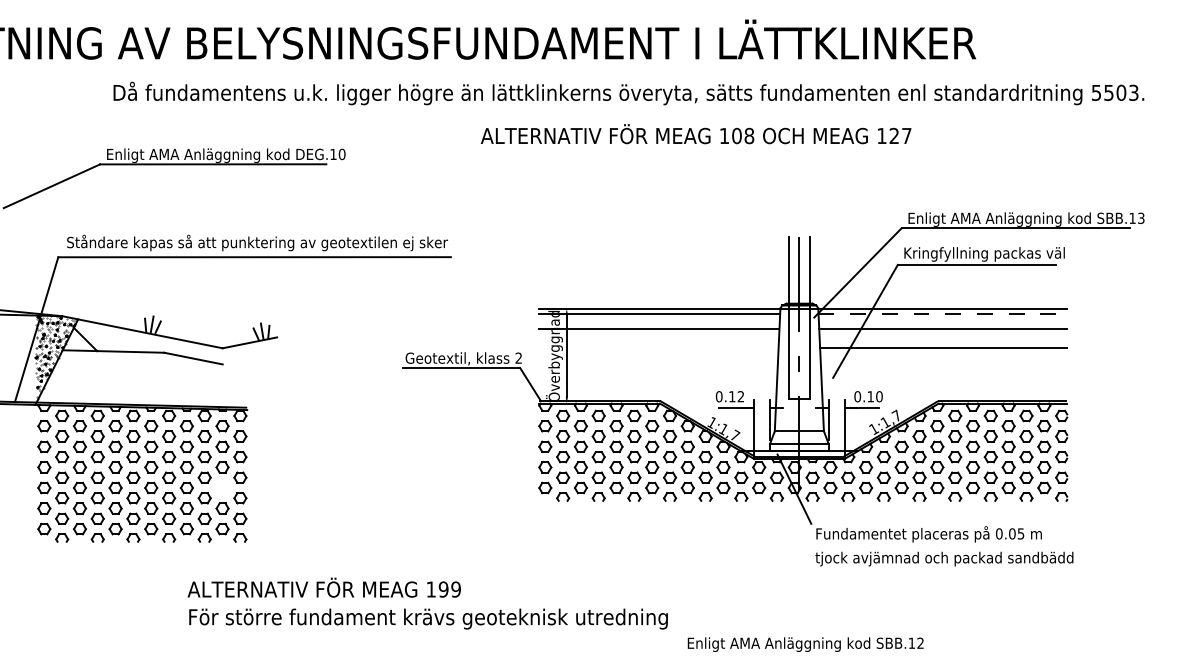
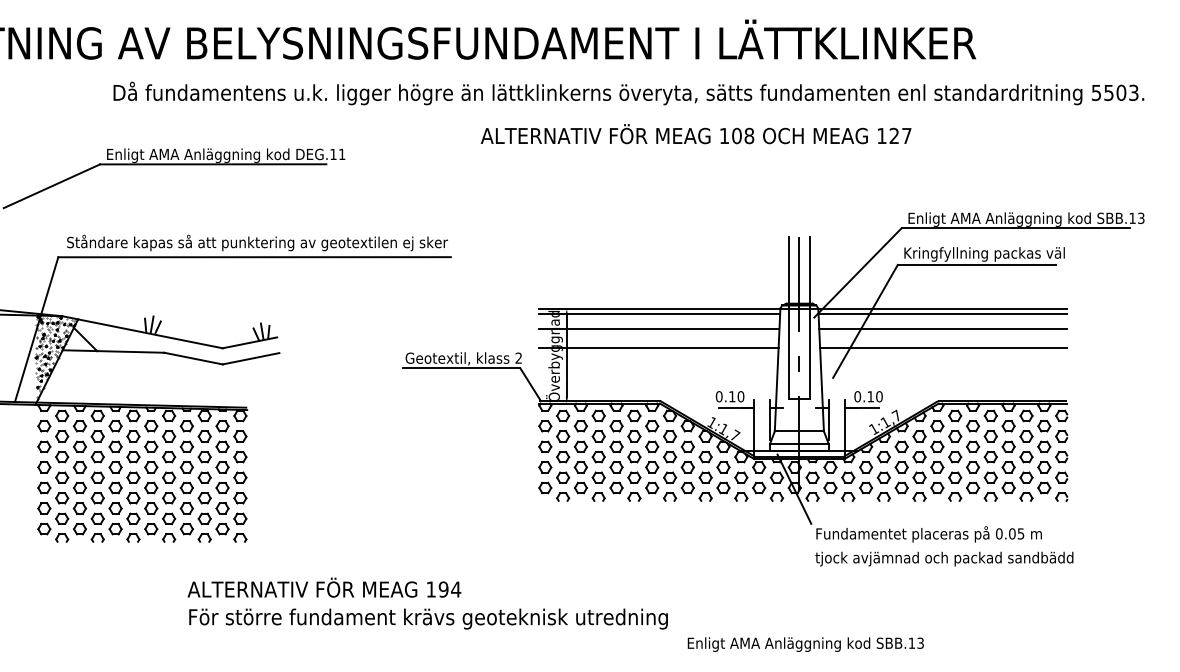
text at (341, 154): DEG.10 -> DEG.11
line at (943, 314): dashed -> solid
line at (658, 348): none -> present
line at (250, 358): none -> present
text at (740, 396): 0.12 -> 0.10
part at (222, 487): none -> present
text at (456, 589): 199 -> 194
text at (920, 643): SBB.12 -> SBB.13
